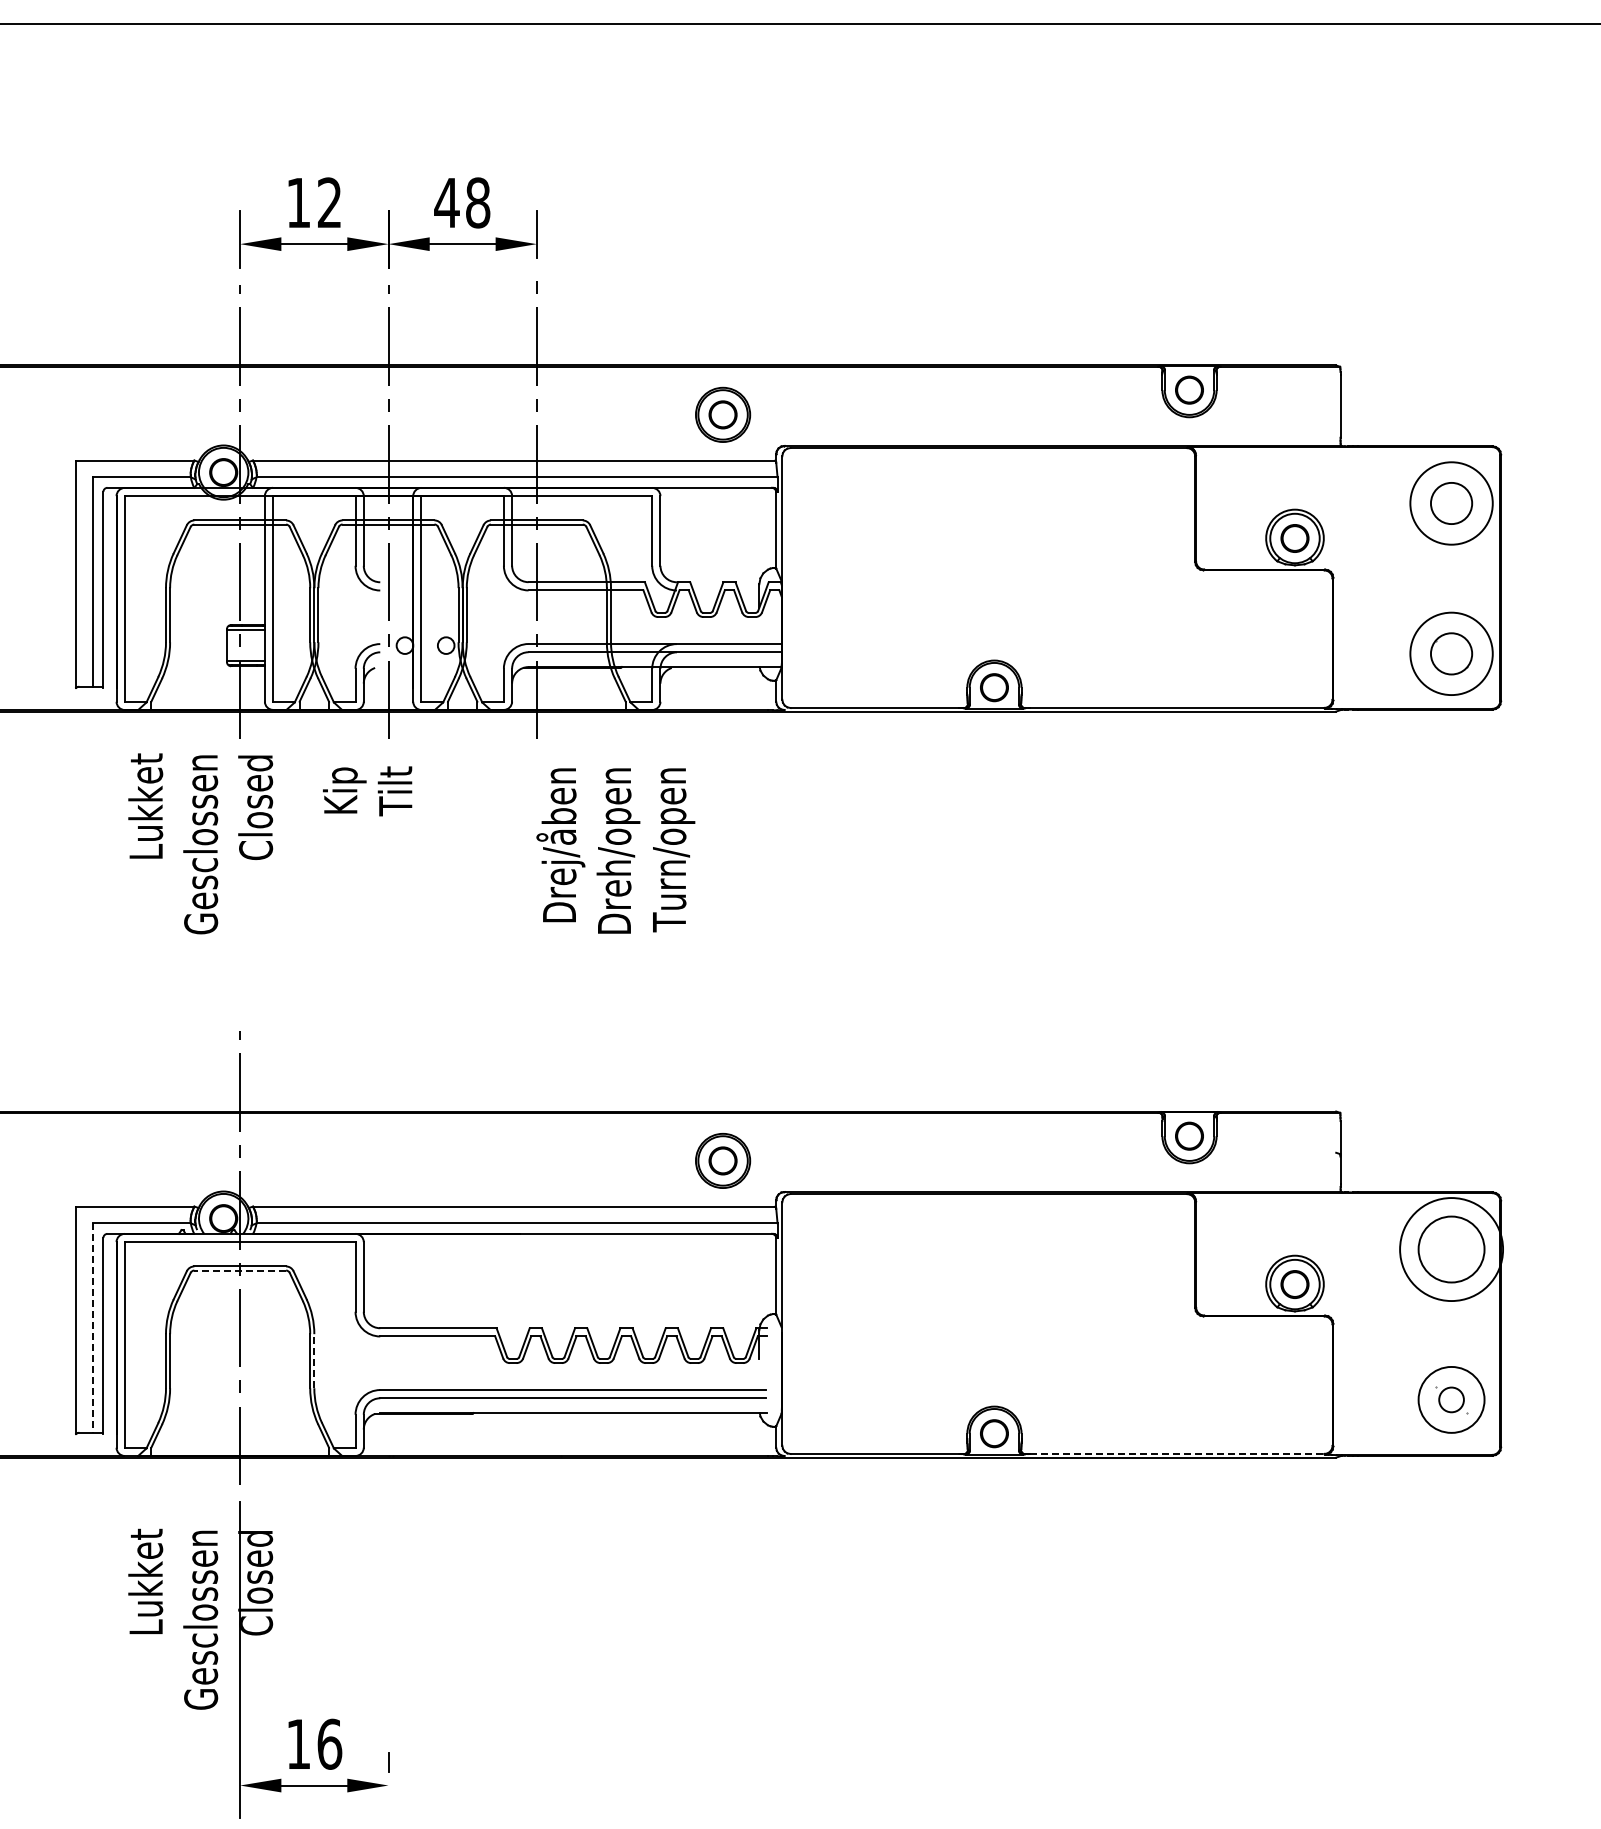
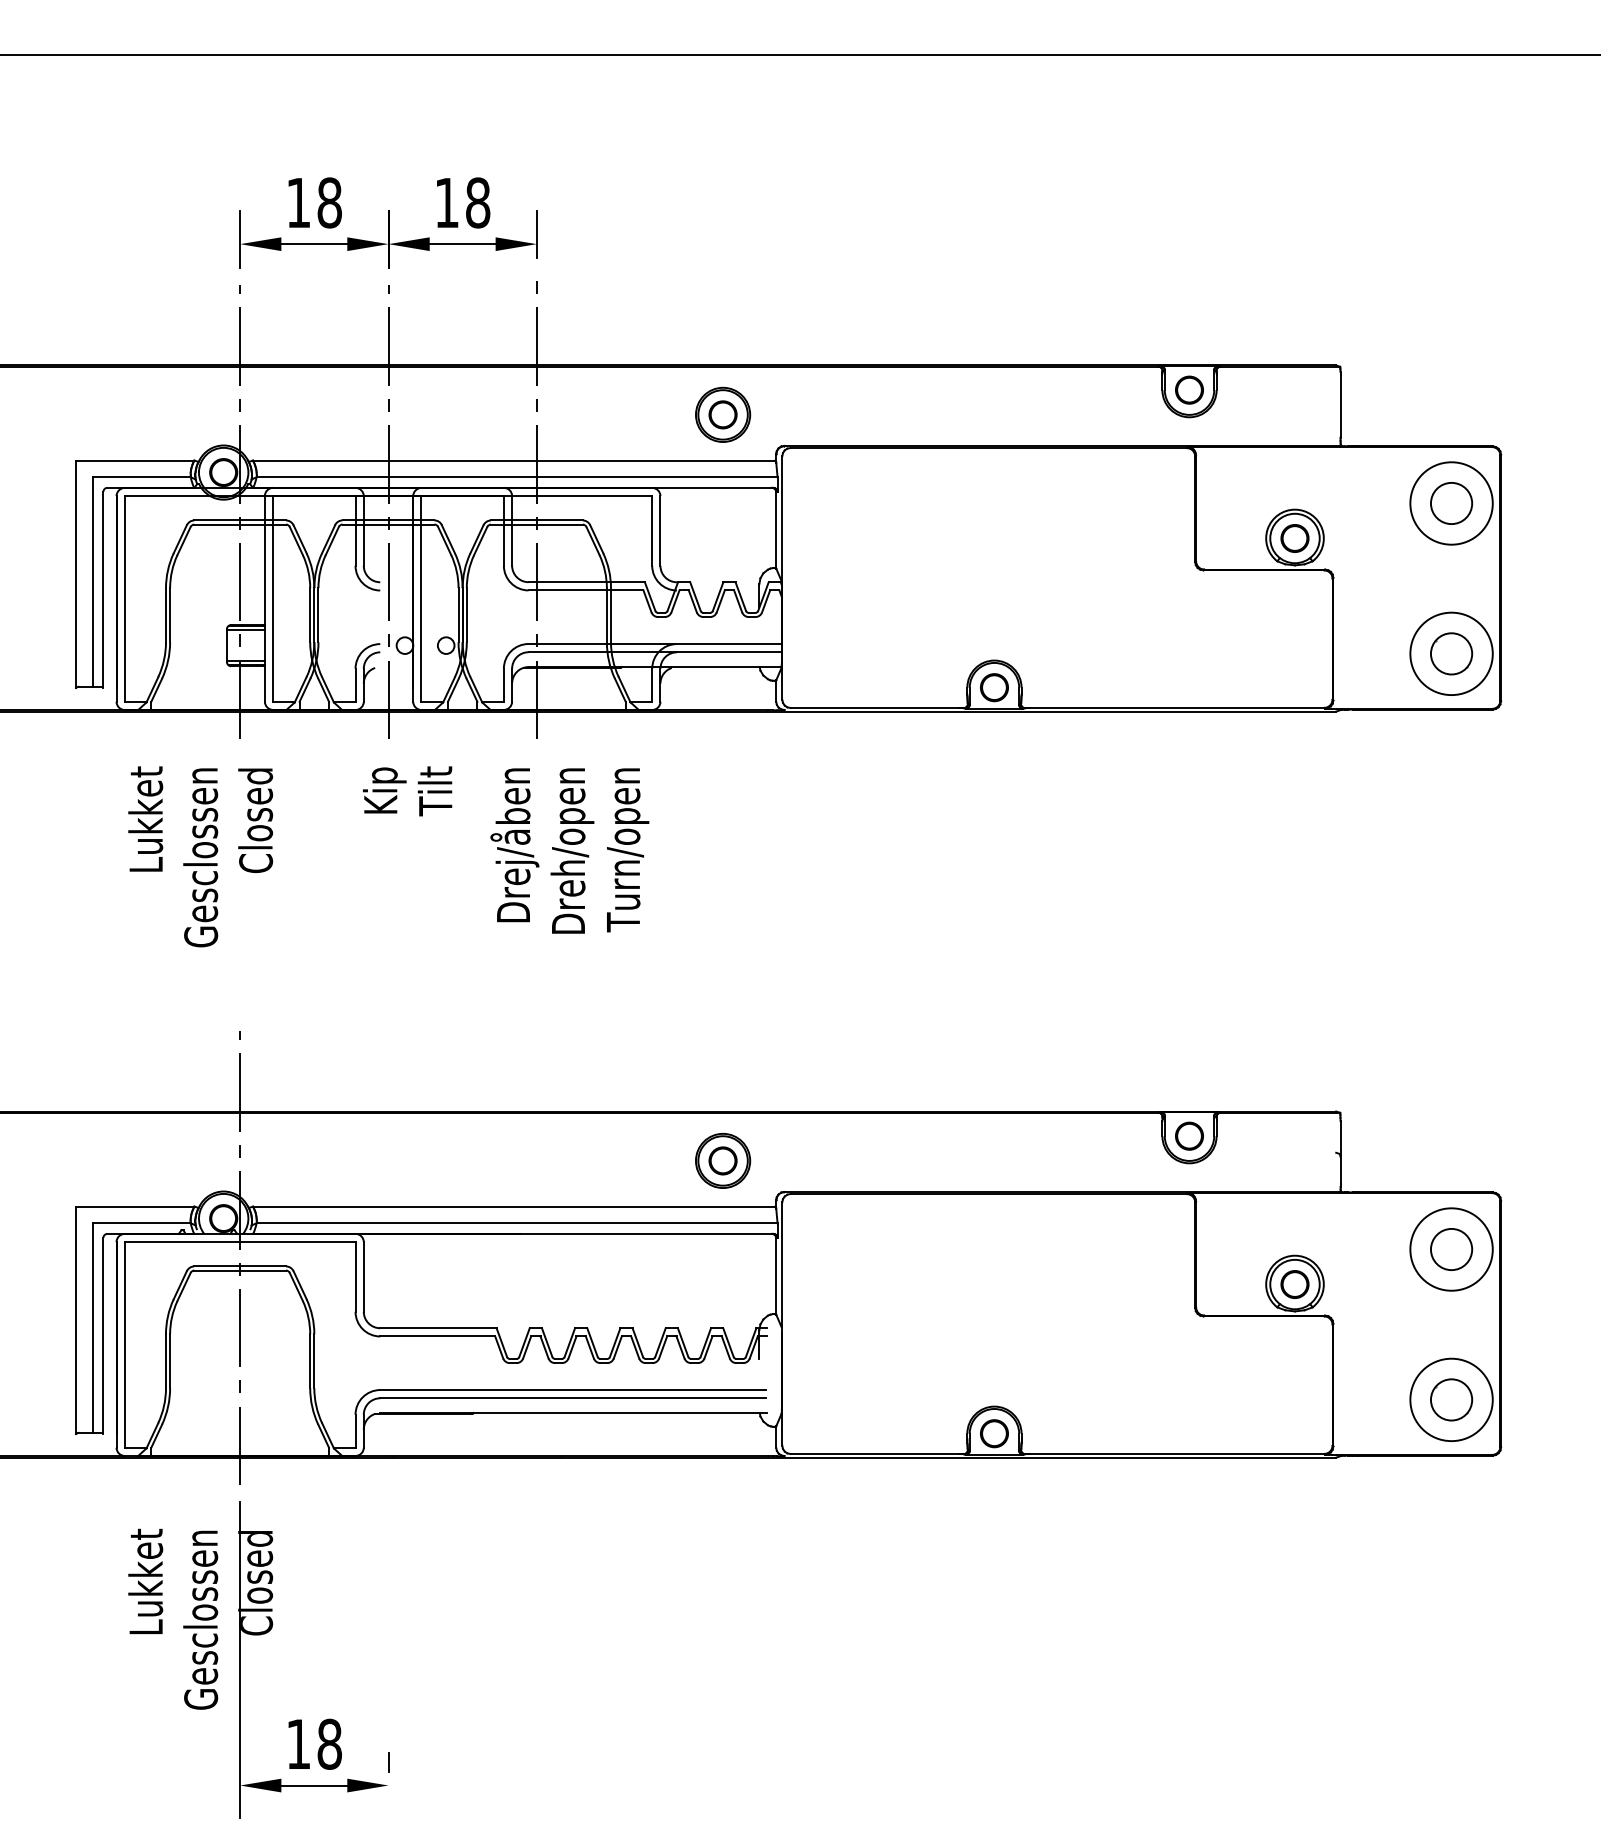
line at (799, 23) position: (799, 23) -> (799, 54)
text at (329, 202): 12 -> 18
text at (446, 202): 48 -> 18
text at (367, 791) position: (367, 791) -> (407, 791)
text at (200, 843) position: (200, 843) -> (200, 856)
text at (615, 850) position: (615, 850) -> (569, 850)
circle at (1451, 1249) diameter: 103 px -> 82 px
circle at (1451, 1249) diameter: 66 px -> 41 px
line at (240, 1270): dashed -> solid
line at (92, 1328): dashed -> solid
line at (314, 1360): dashed -> solid
circle at (1451, 1399) diameter: 25 px -> 41 px
circle at (1451, 1399) diameter: 66 px -> 82 px
line at (1177, 1453): dashed -> solid
text at (329, 1743): 16 -> 18
